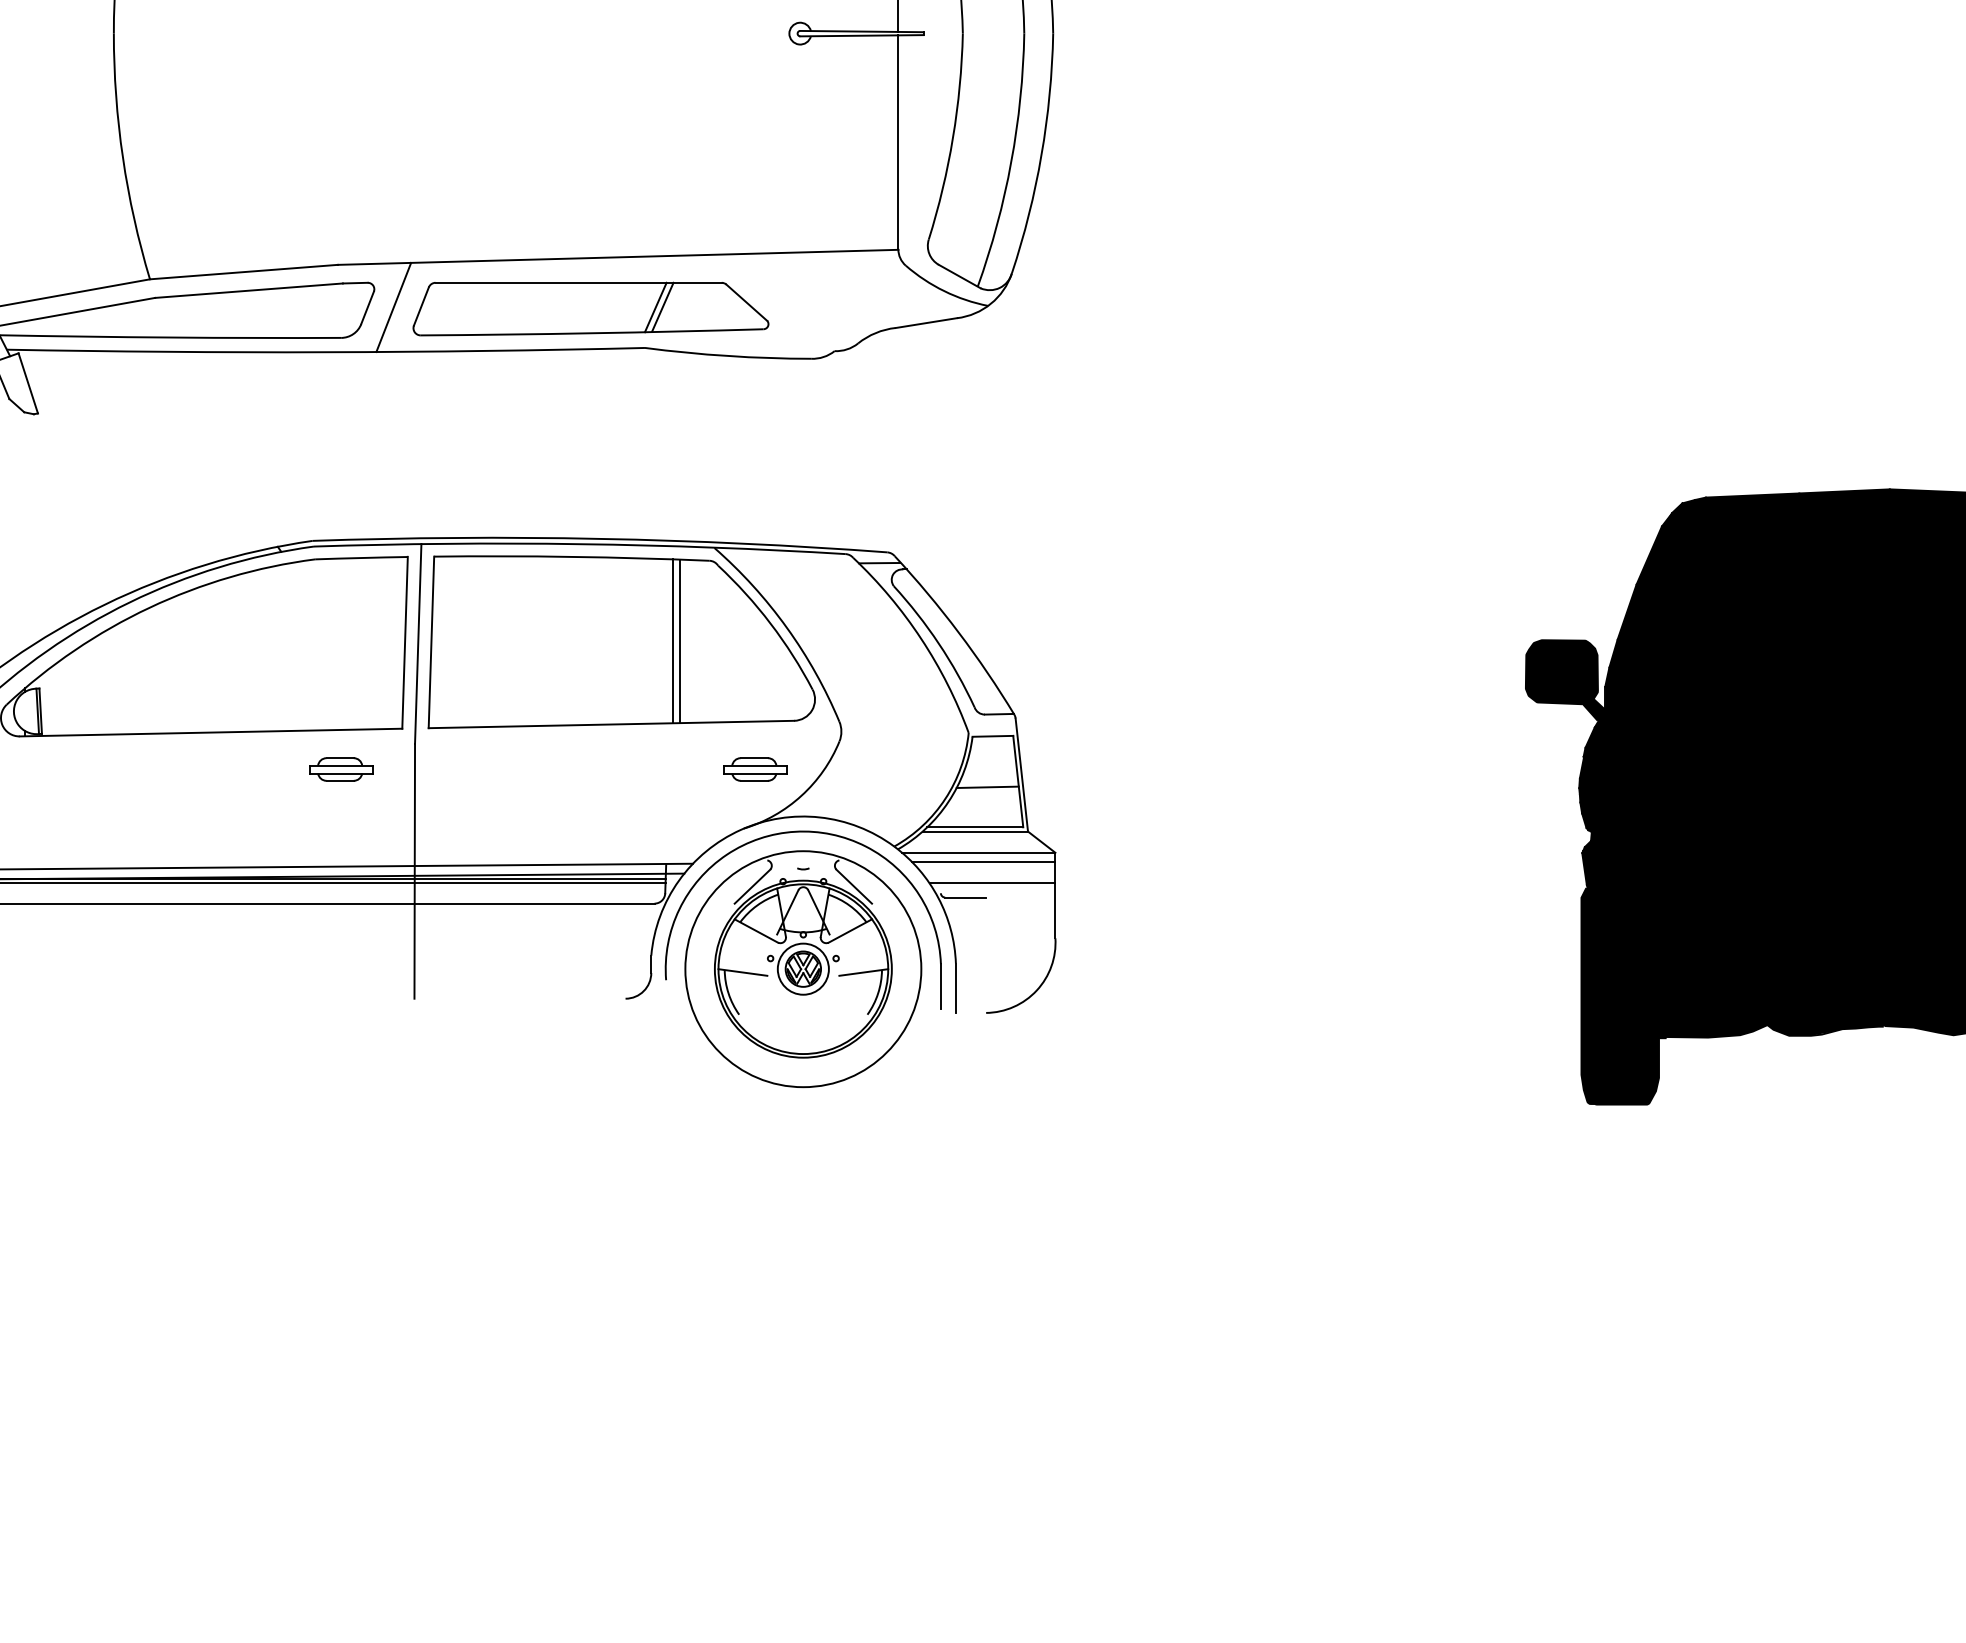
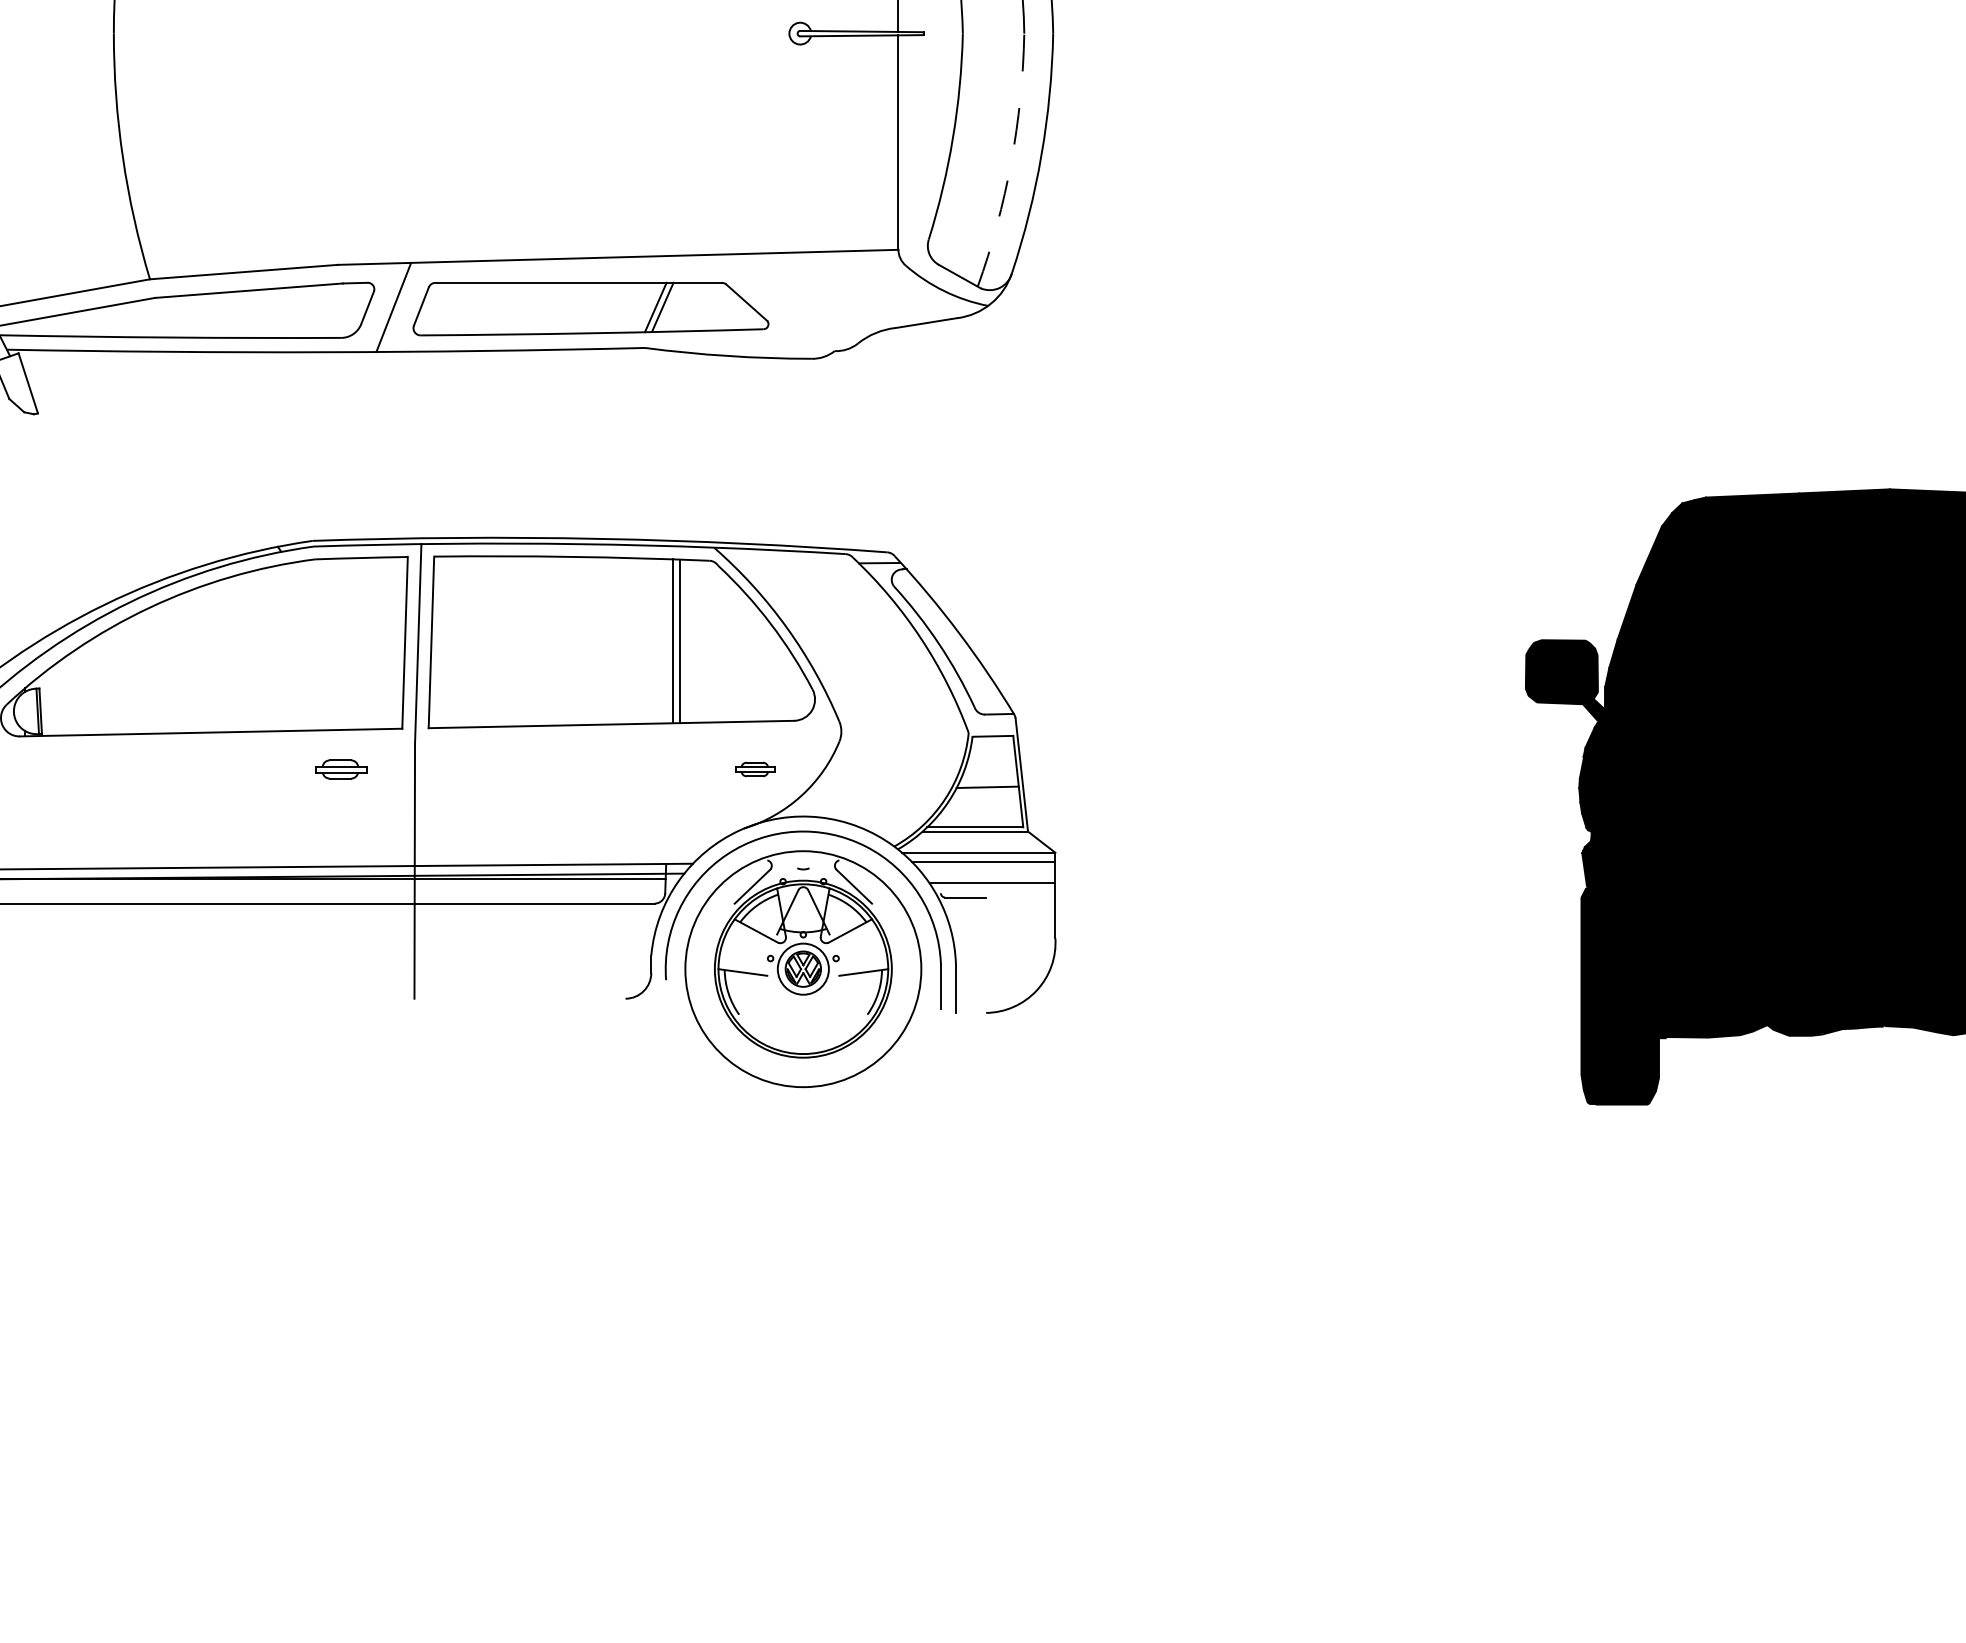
arc at (1011, 162): solid -> dashed
part at (341, 769) size: 65x25 px -> 53x21 px
part at (755, 769) size: 65x25 px -> 41x17 px
line at (333, 883): present -> none
